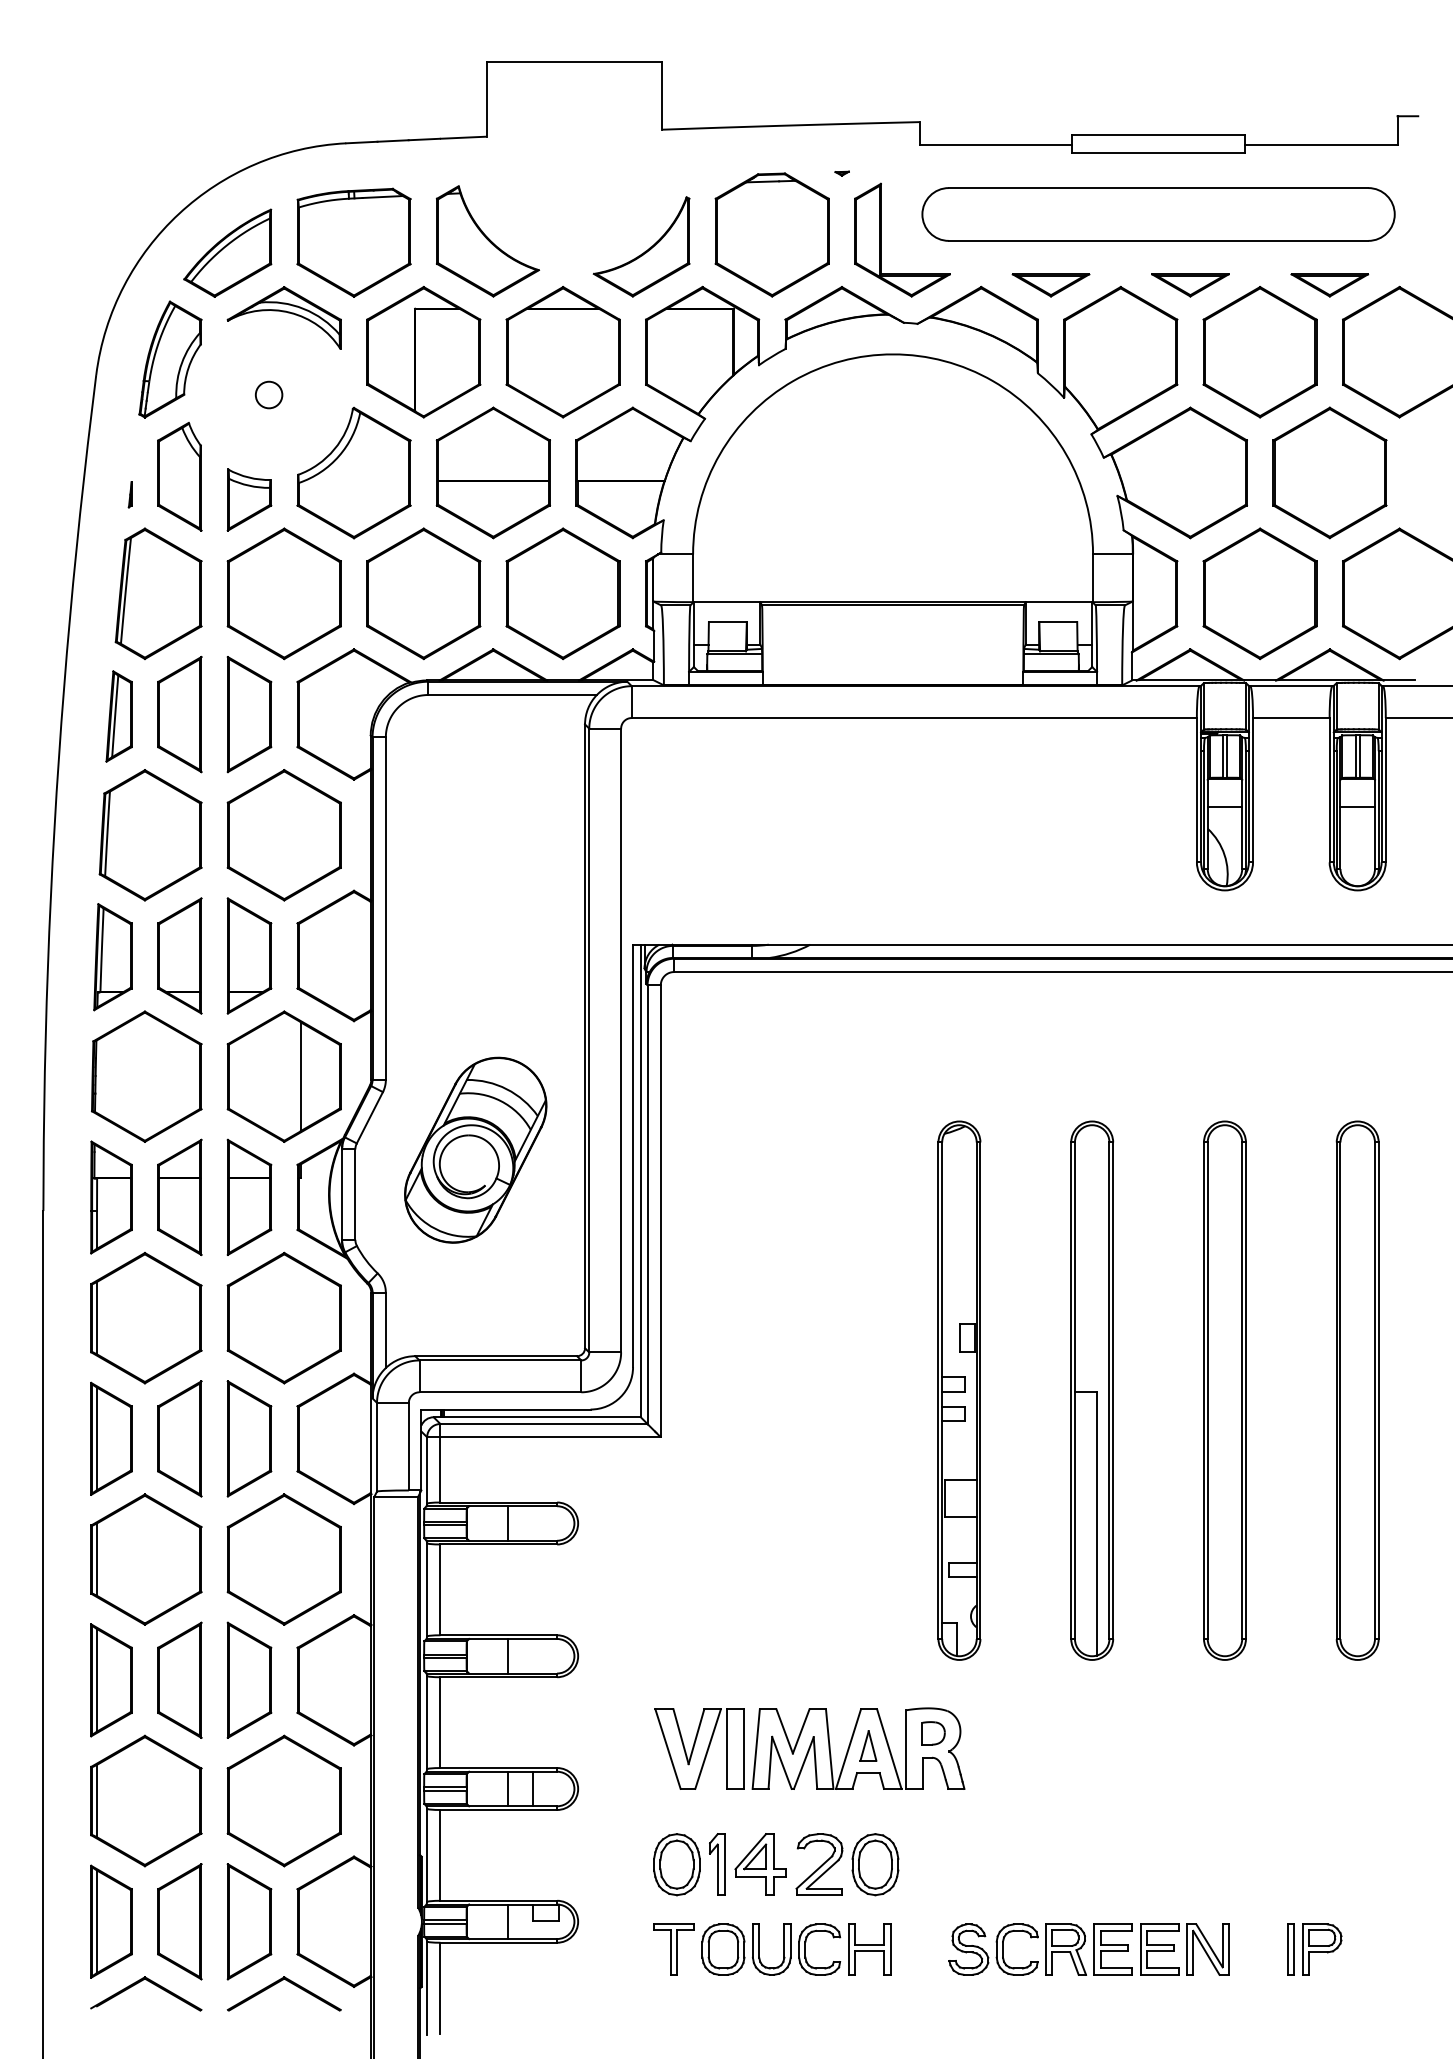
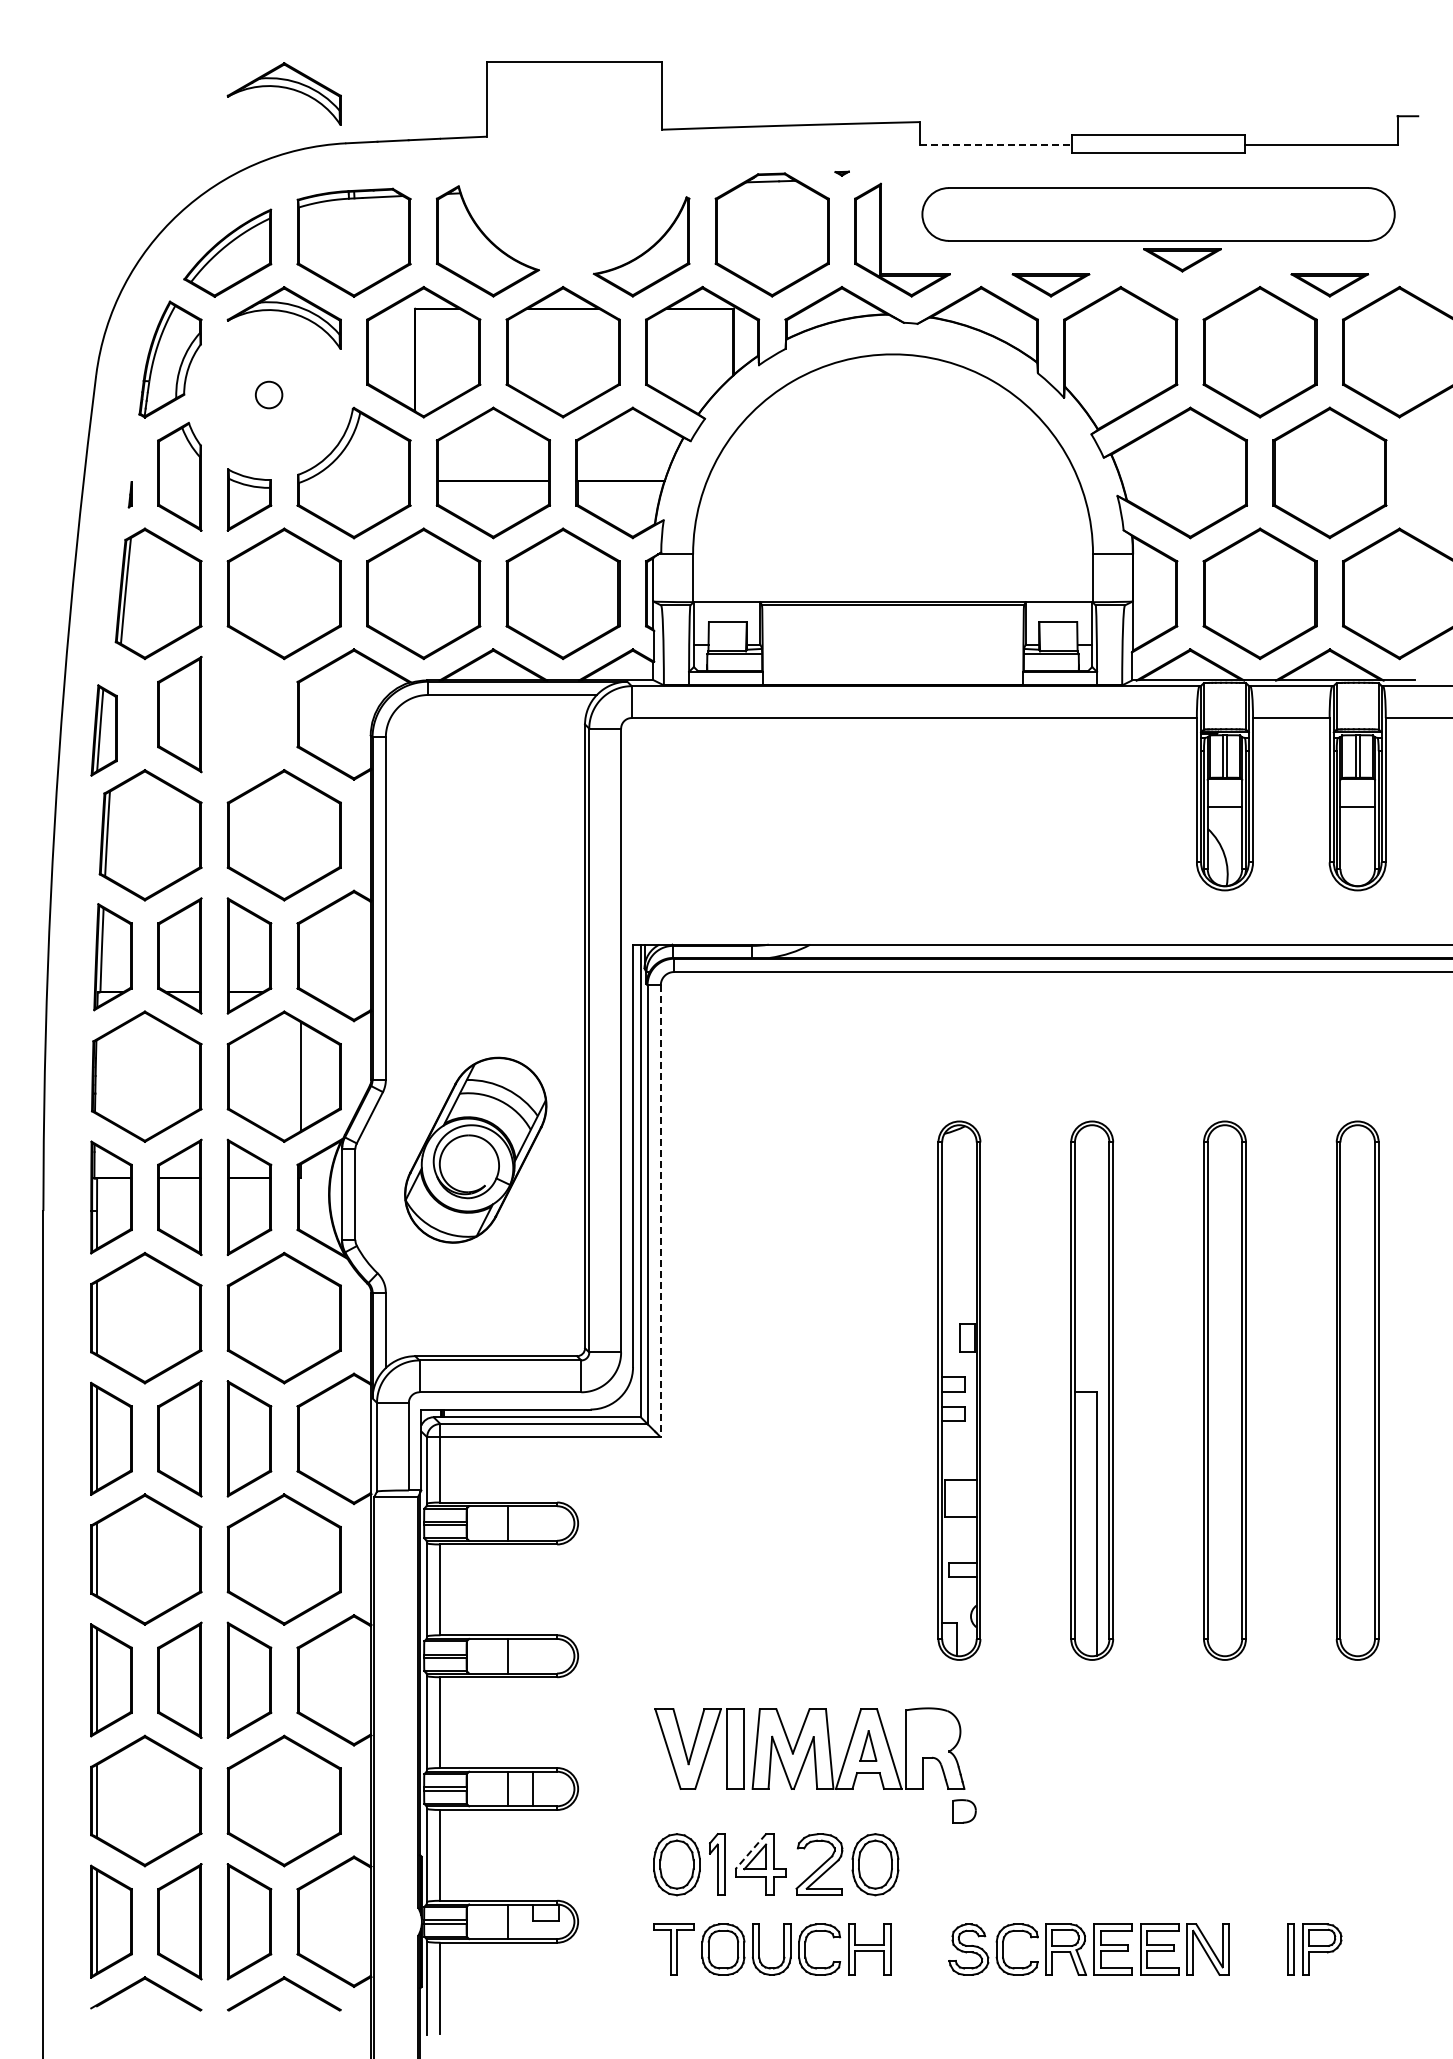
part at (283, 93): none -> present
line at (996, 145): solid -> dashed
part at (1190, 285) position: (1190, 285) -> (1182, 260)
part at (249, 714): present -> none
part at (118, 716) position: (118, 716) -> (103, 730)
line at (660, 1211): solid -> dashed
part at (933, 1733) position: (933, 1733) -> (964, 1811)
line at (750, 1852): solid -> dashed
